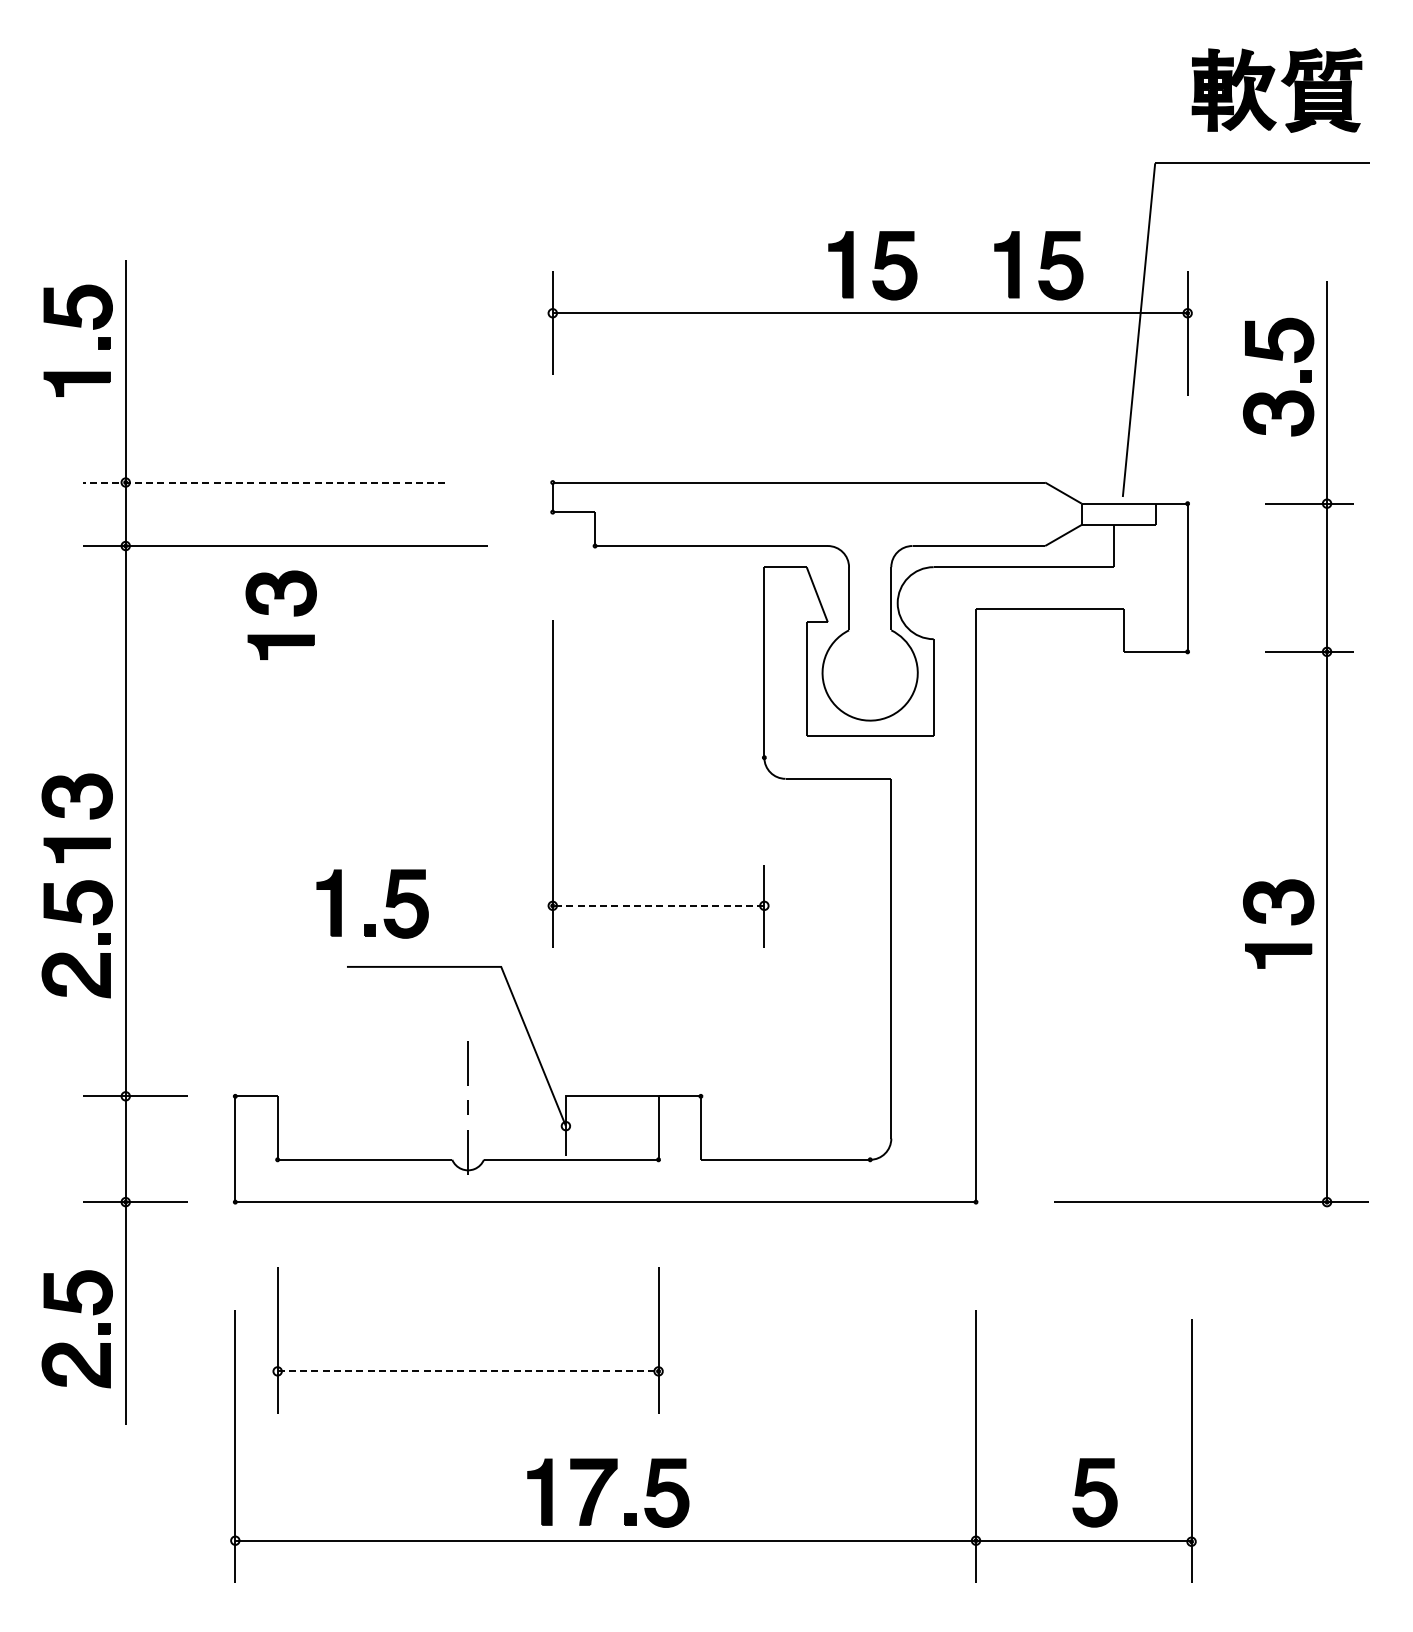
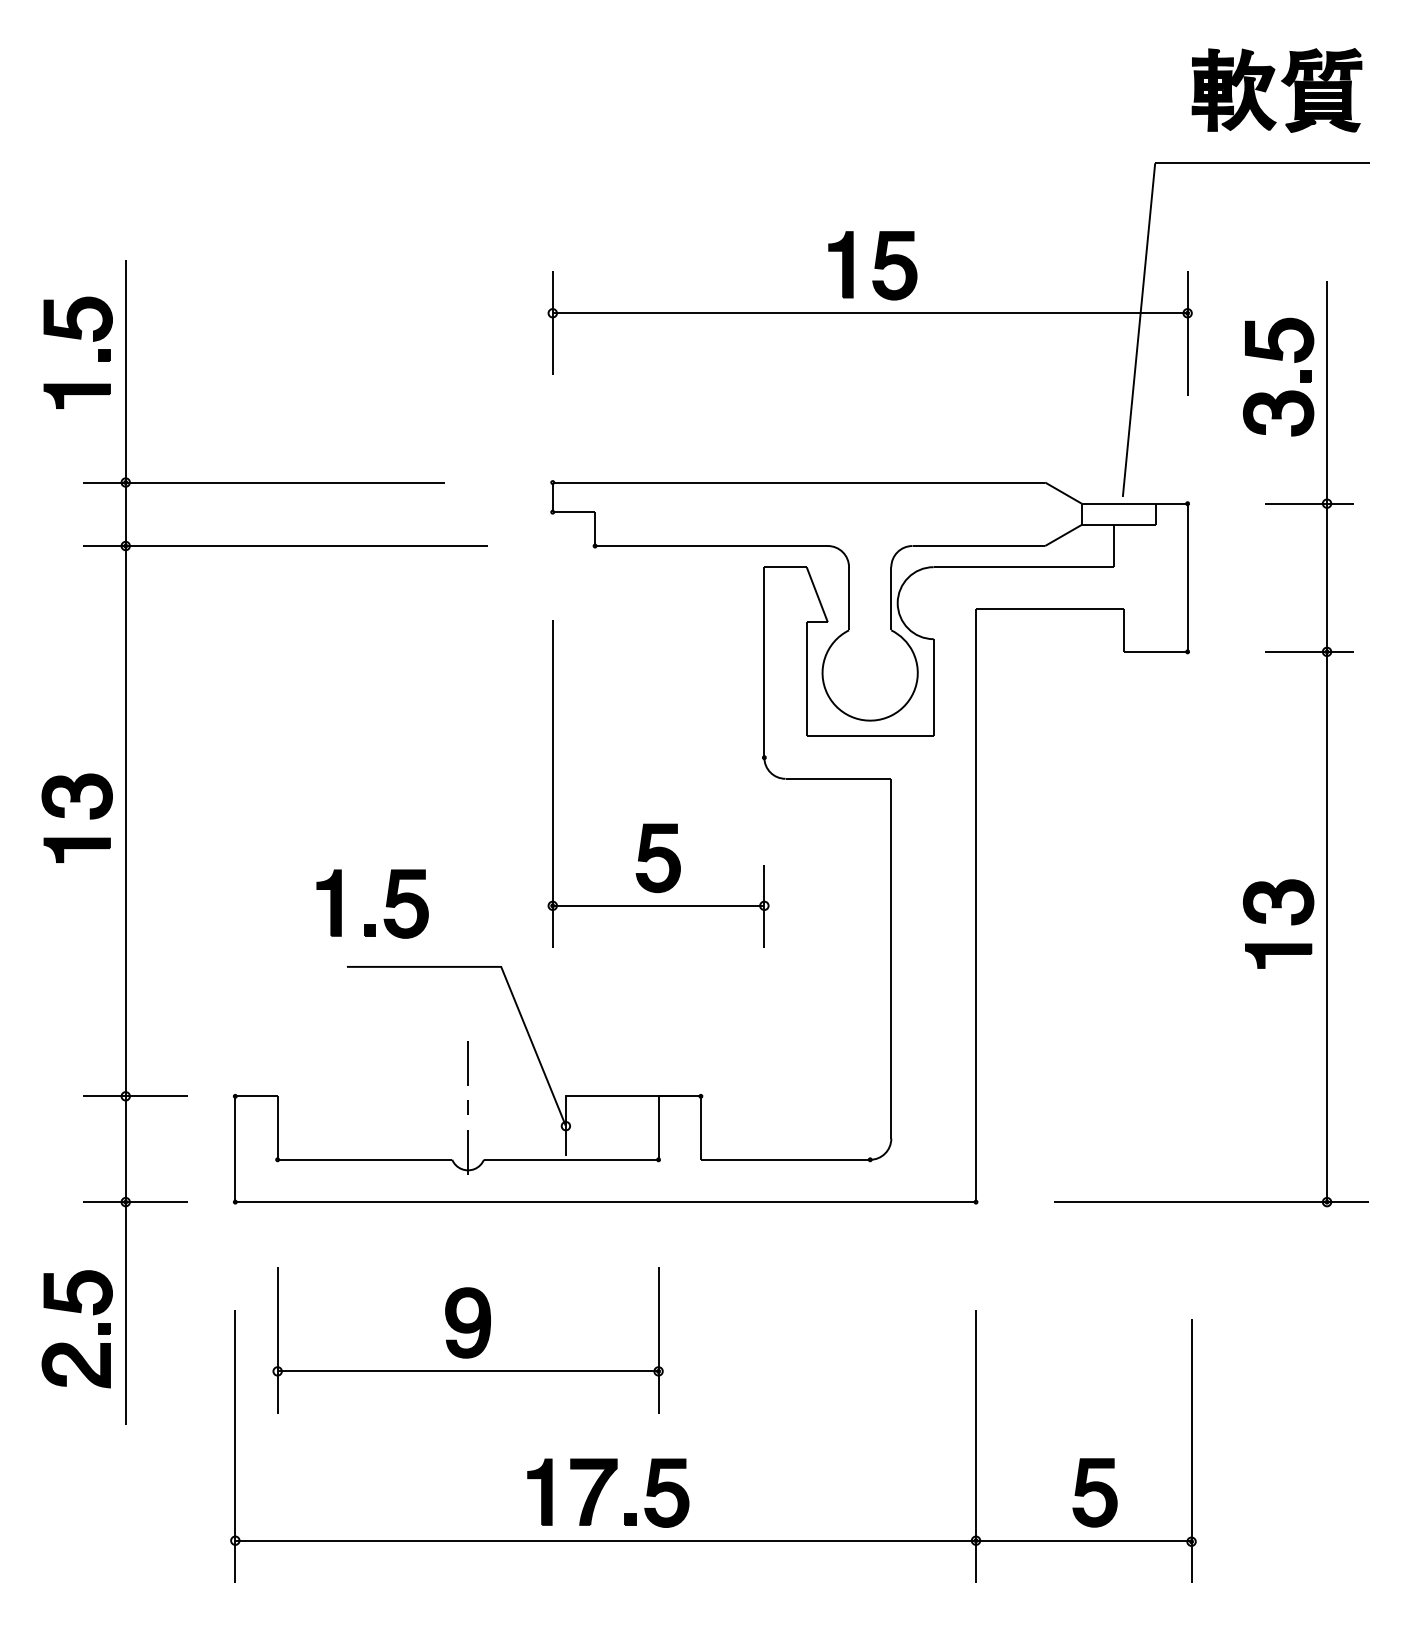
part at (1038, 265): present -> none
part at (77, 327) position: (77, 327) -> (77, 339)
line at (264, 482): dashed -> solid
part at (268, 614): present -> none
part at (657, 858): none -> present
line at (658, 905): dashed -> solid
part at (68, 953): present -> none
part at (467, 1322): none -> present
line at (468, 1371): dashed -> solid
